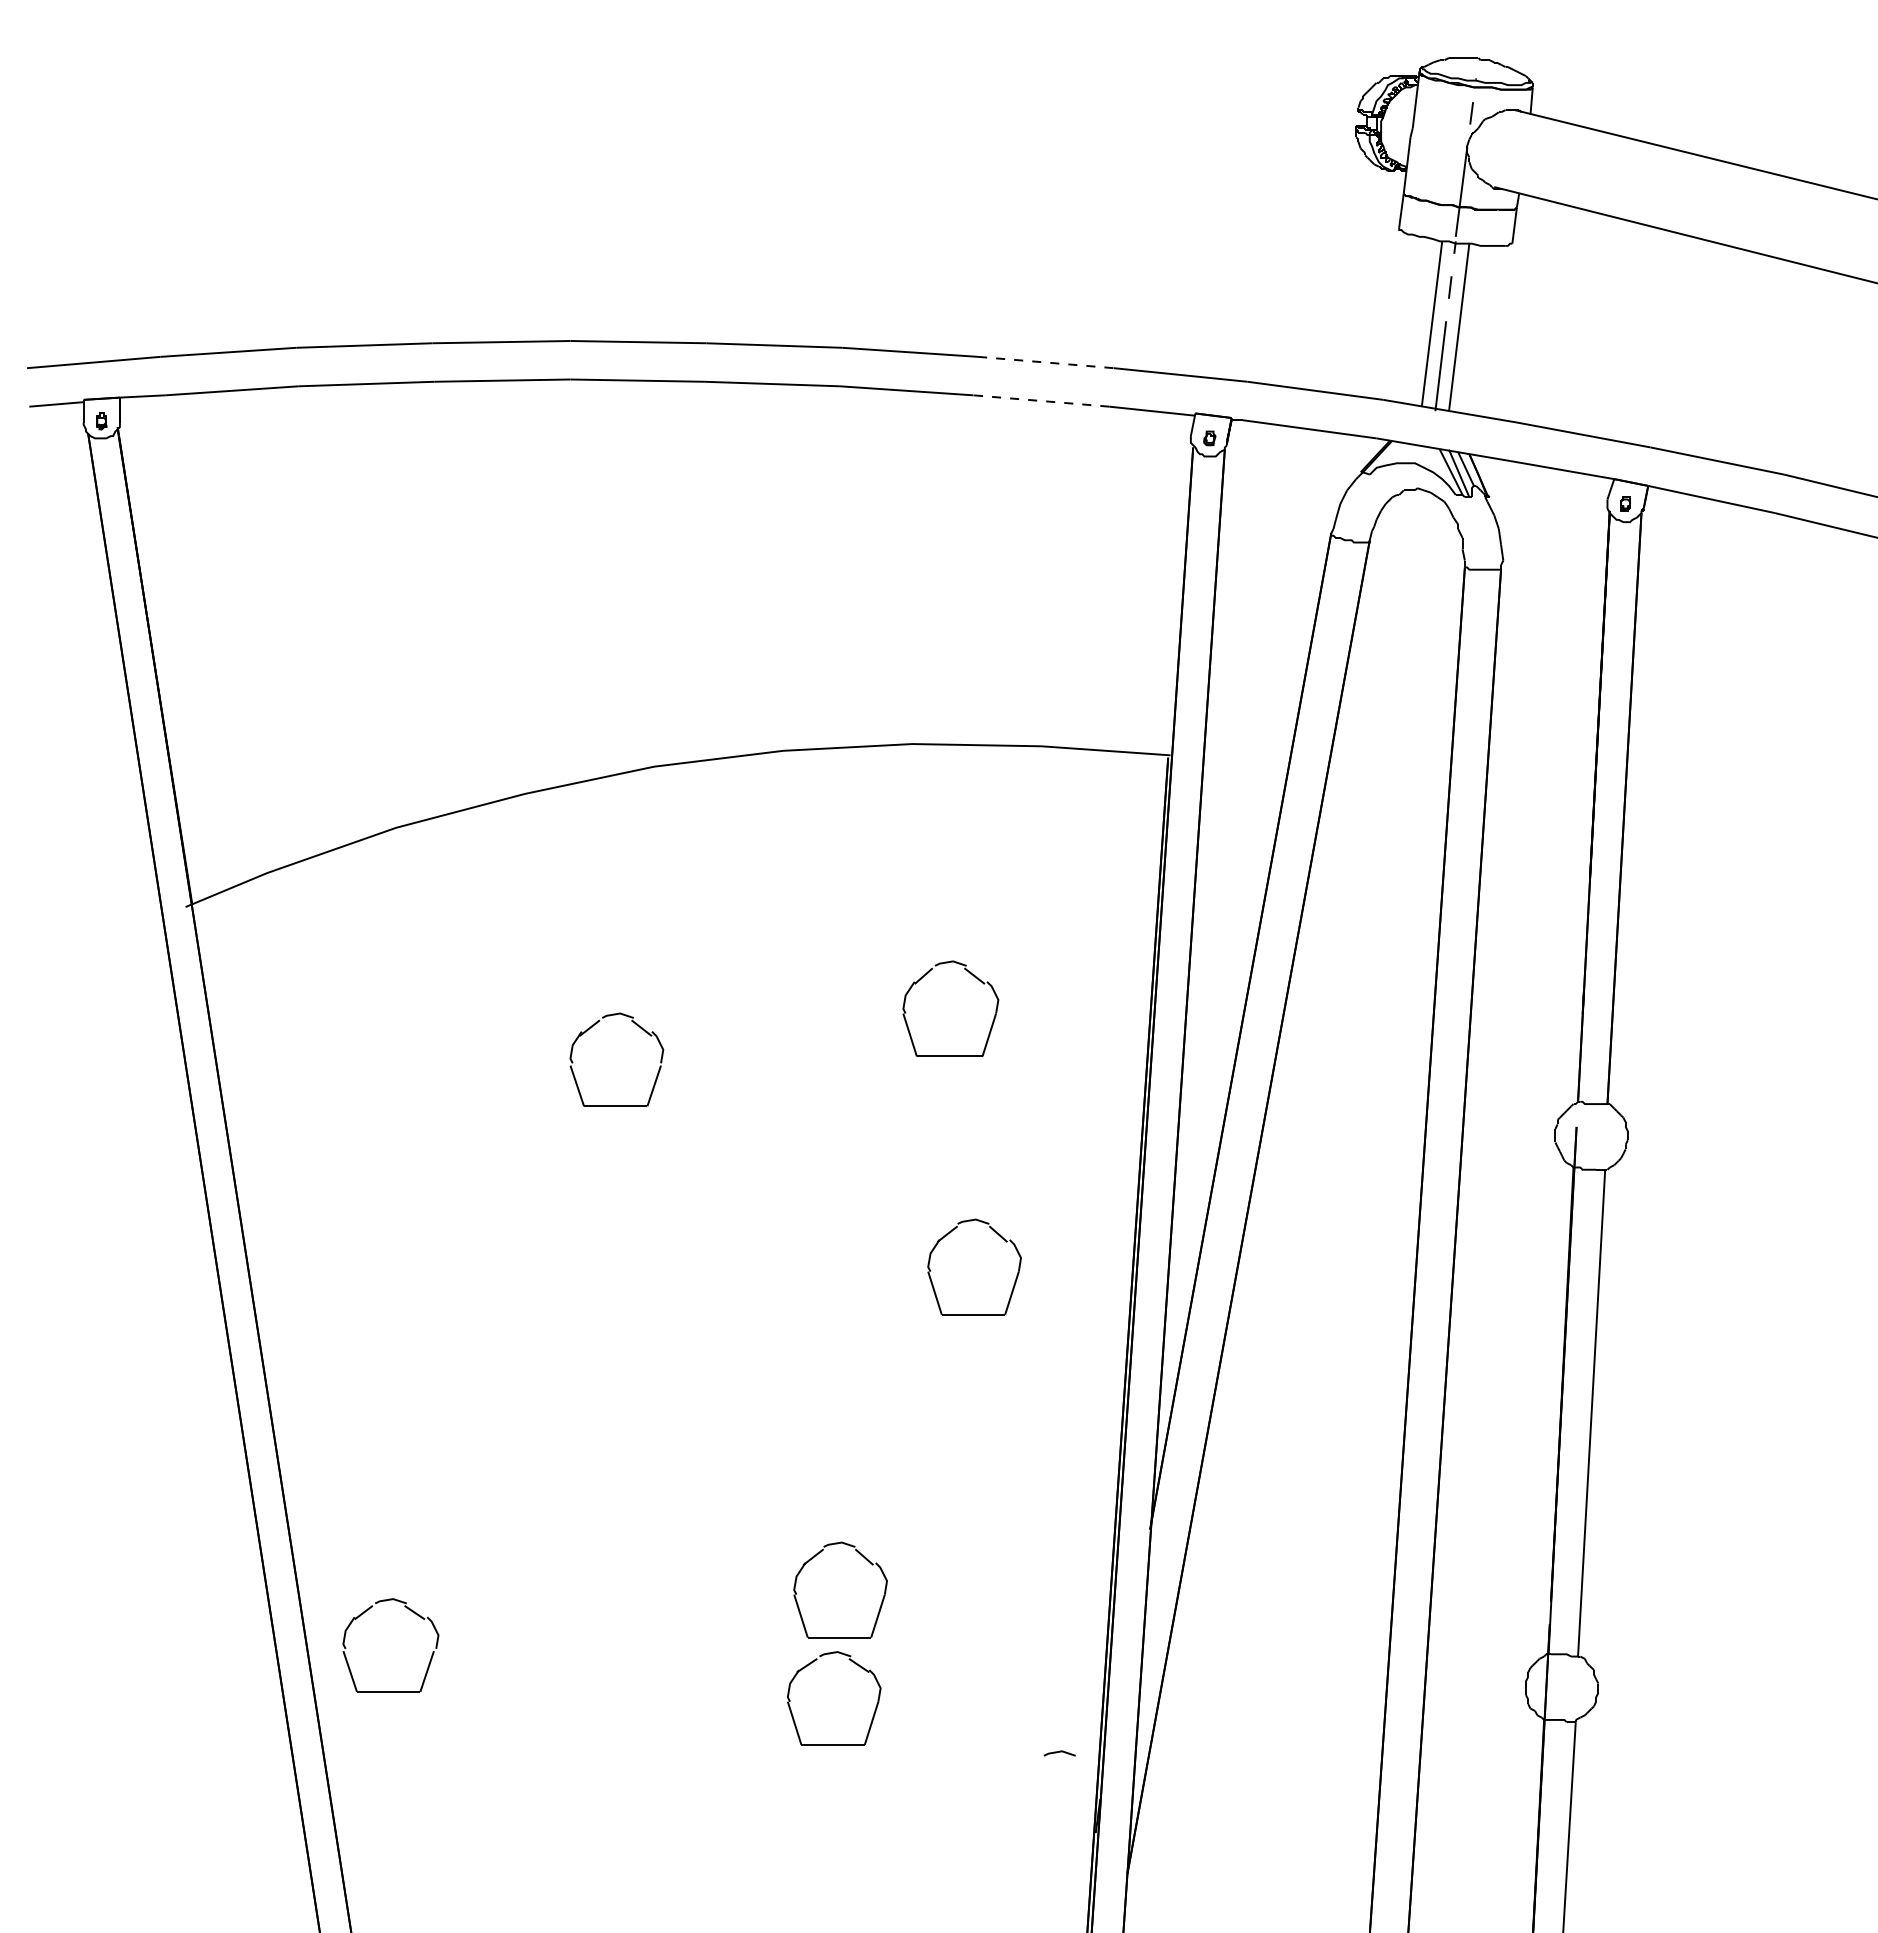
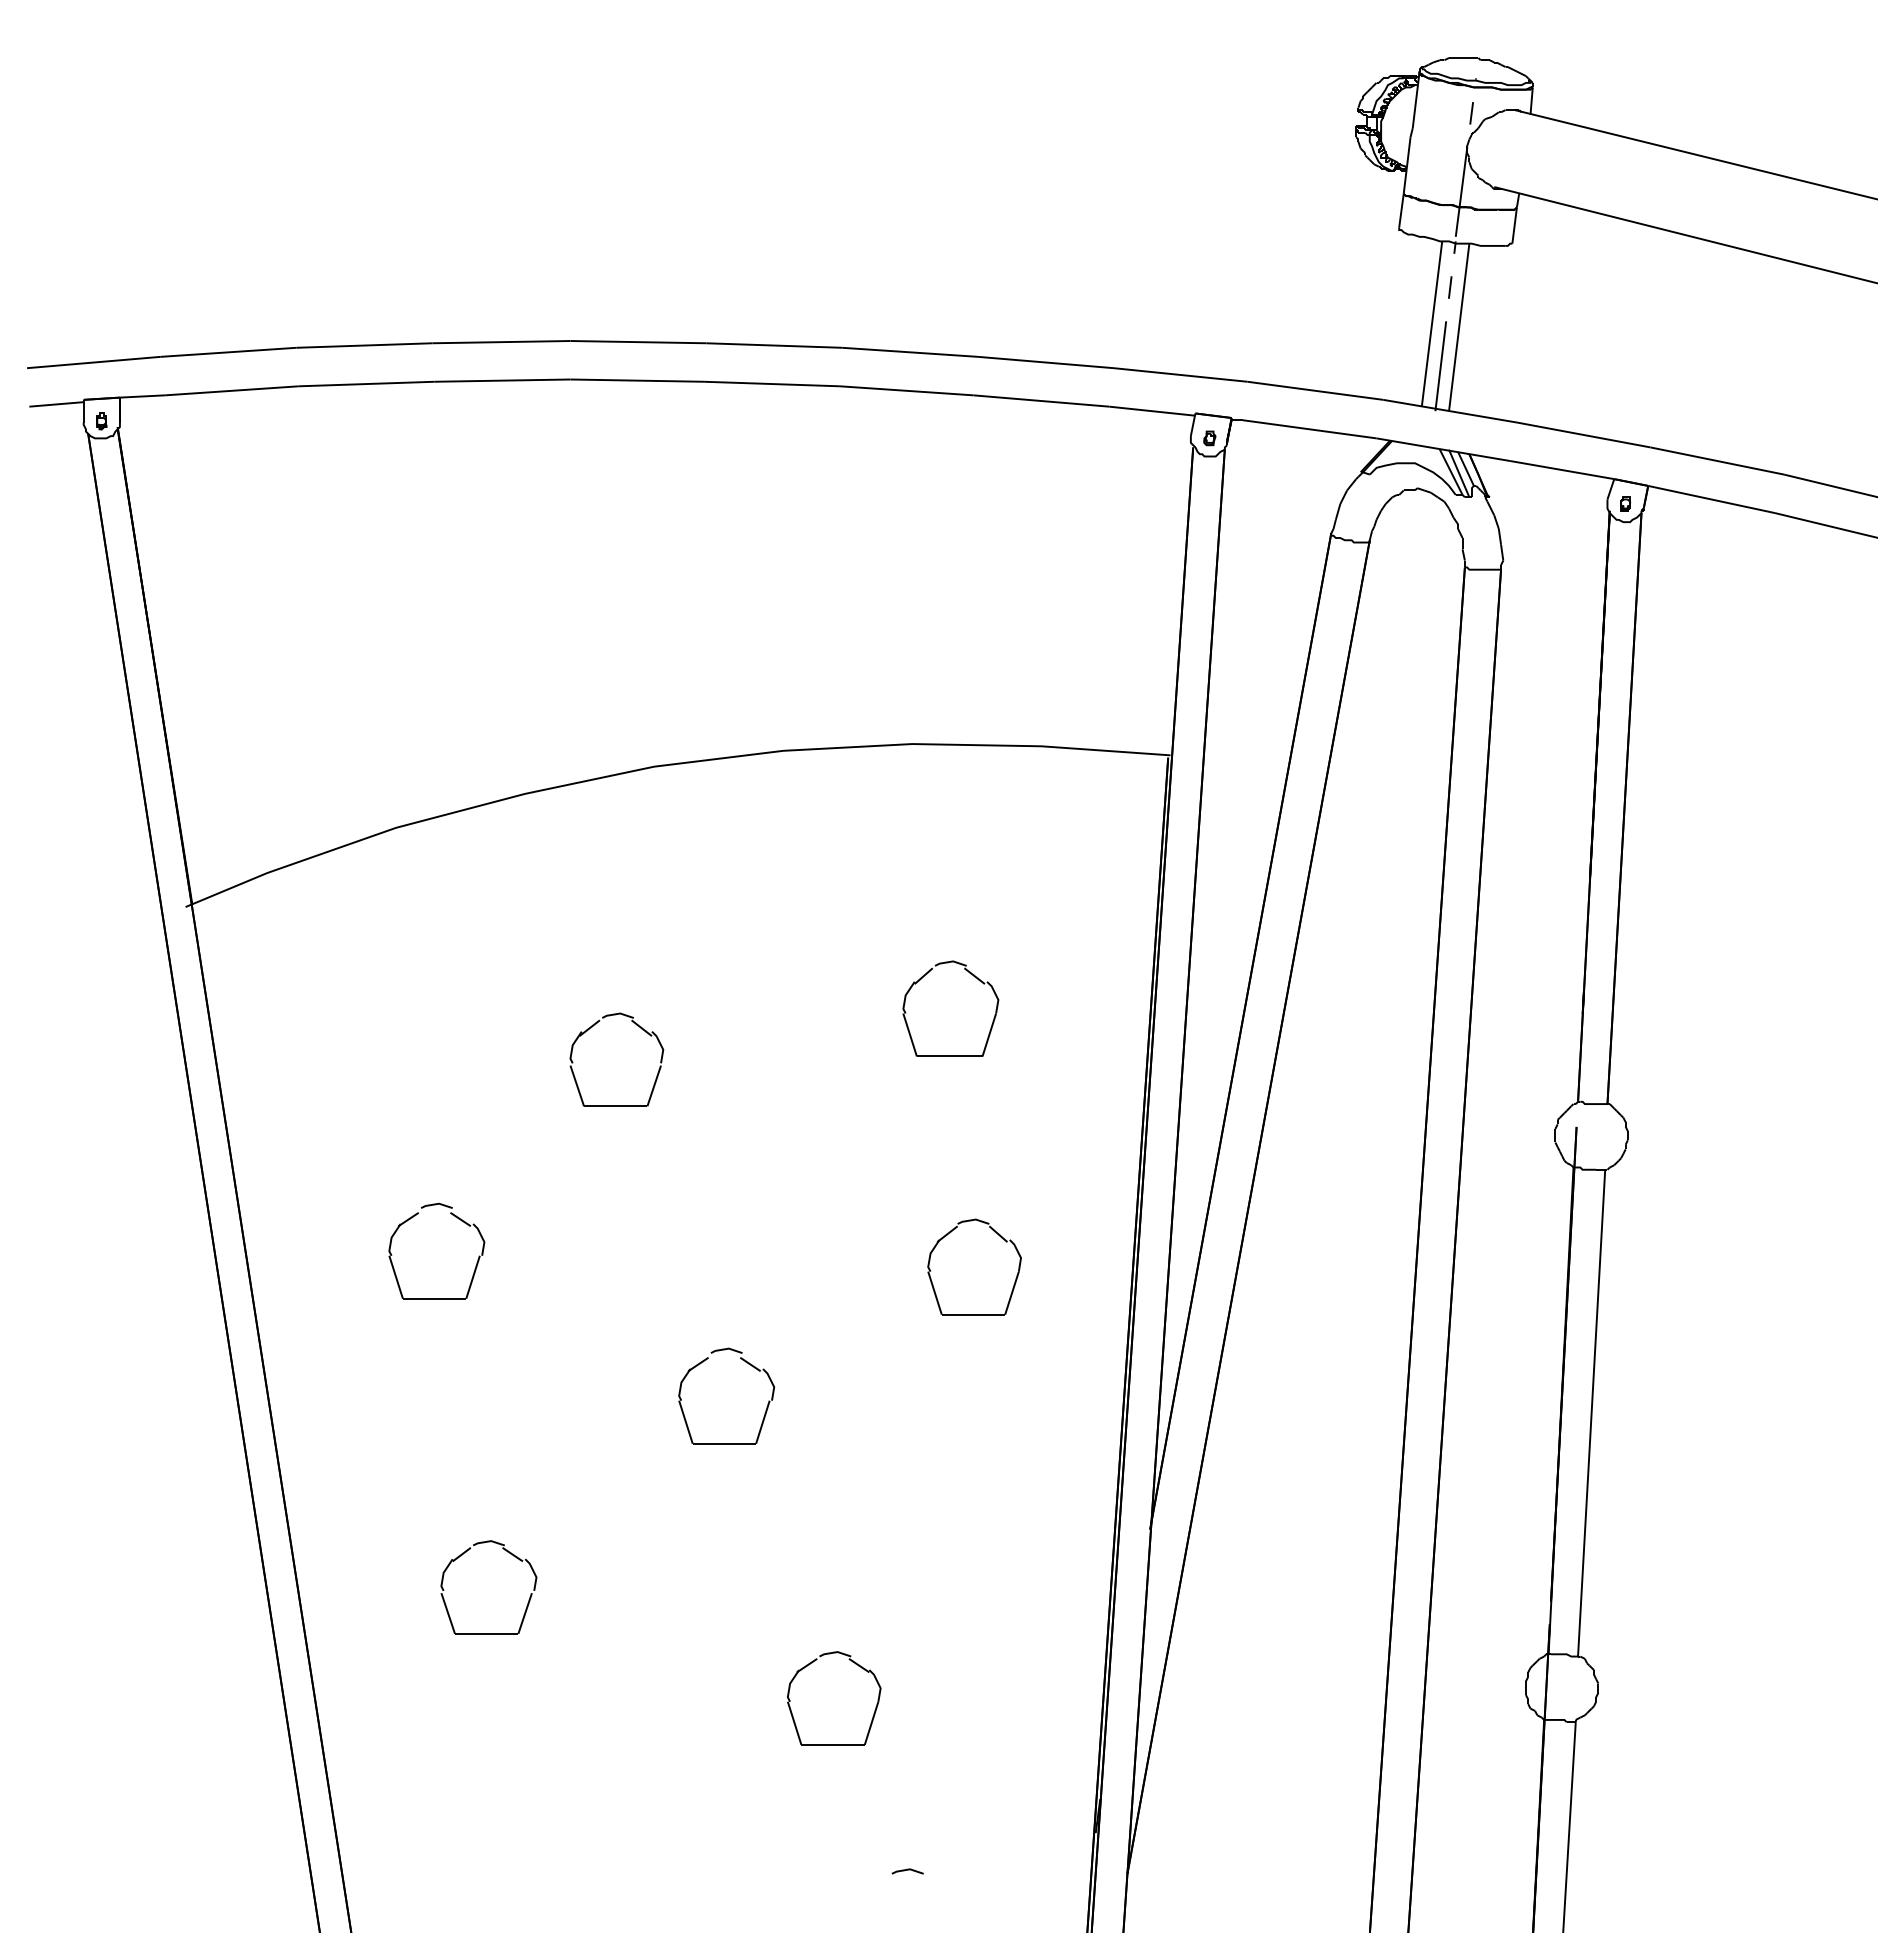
line at (1046, 362): dashed -> solid
line at (1040, 400): dashed -> solid
part at (458, 1219): none -> present
part at (748, 1364): none -> present
part at (867, 1561): present -> none
part at (412, 1612) position: (412, 1612) -> (510, 1554)
line at (1059, 1752) position: (1059, 1752) -> (907, 1870)
